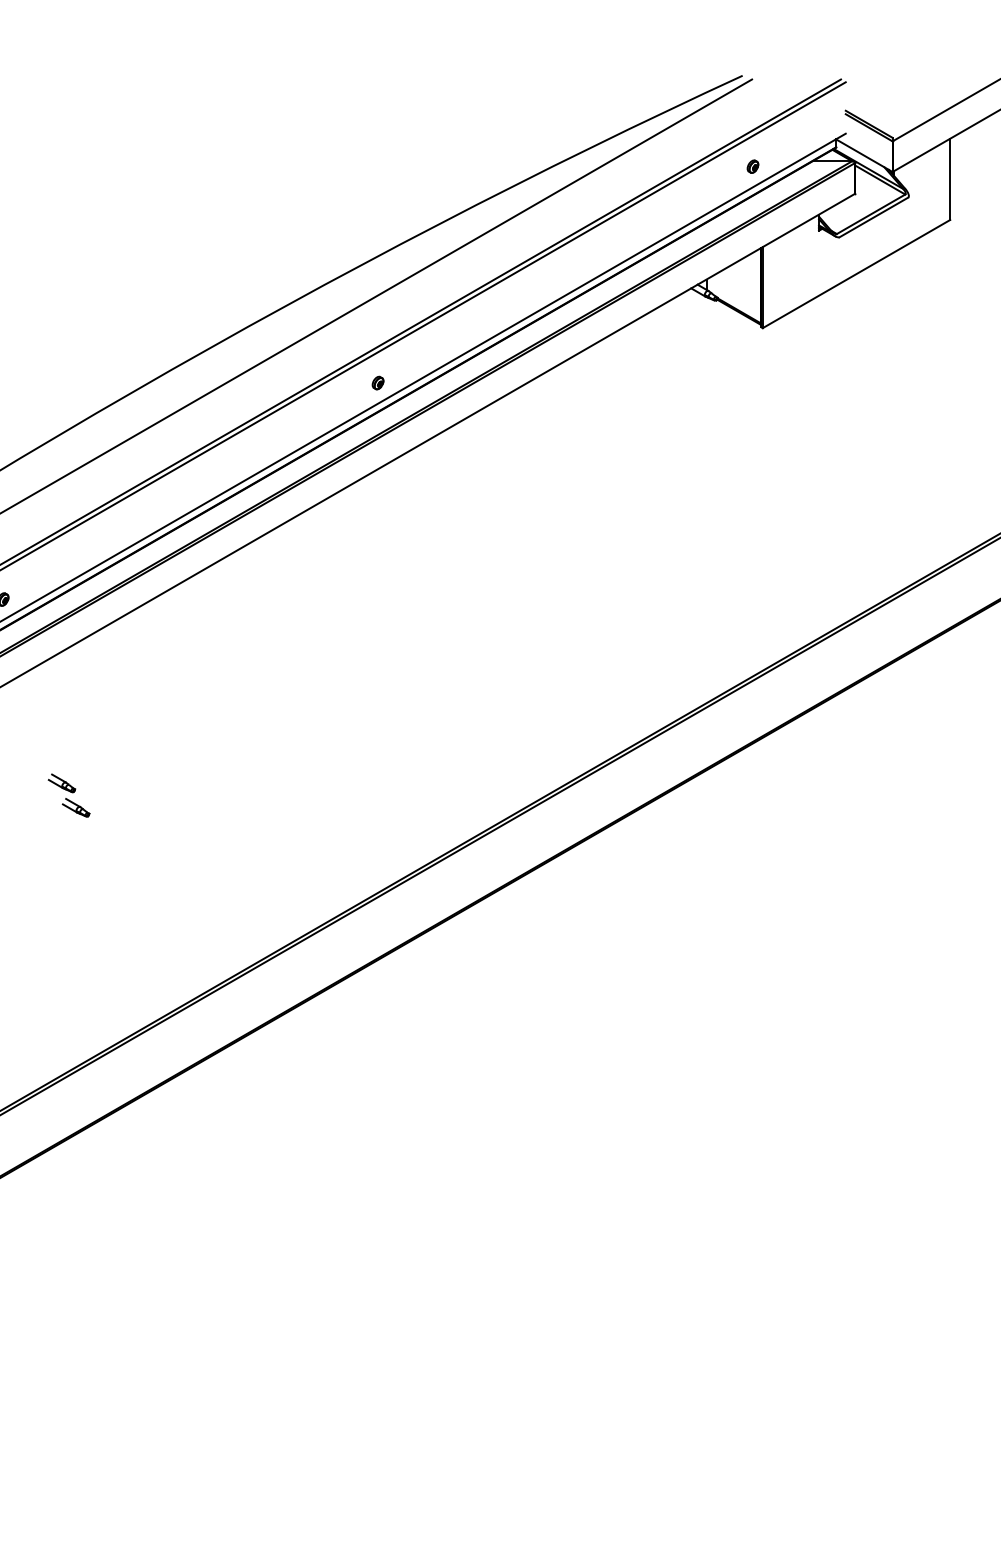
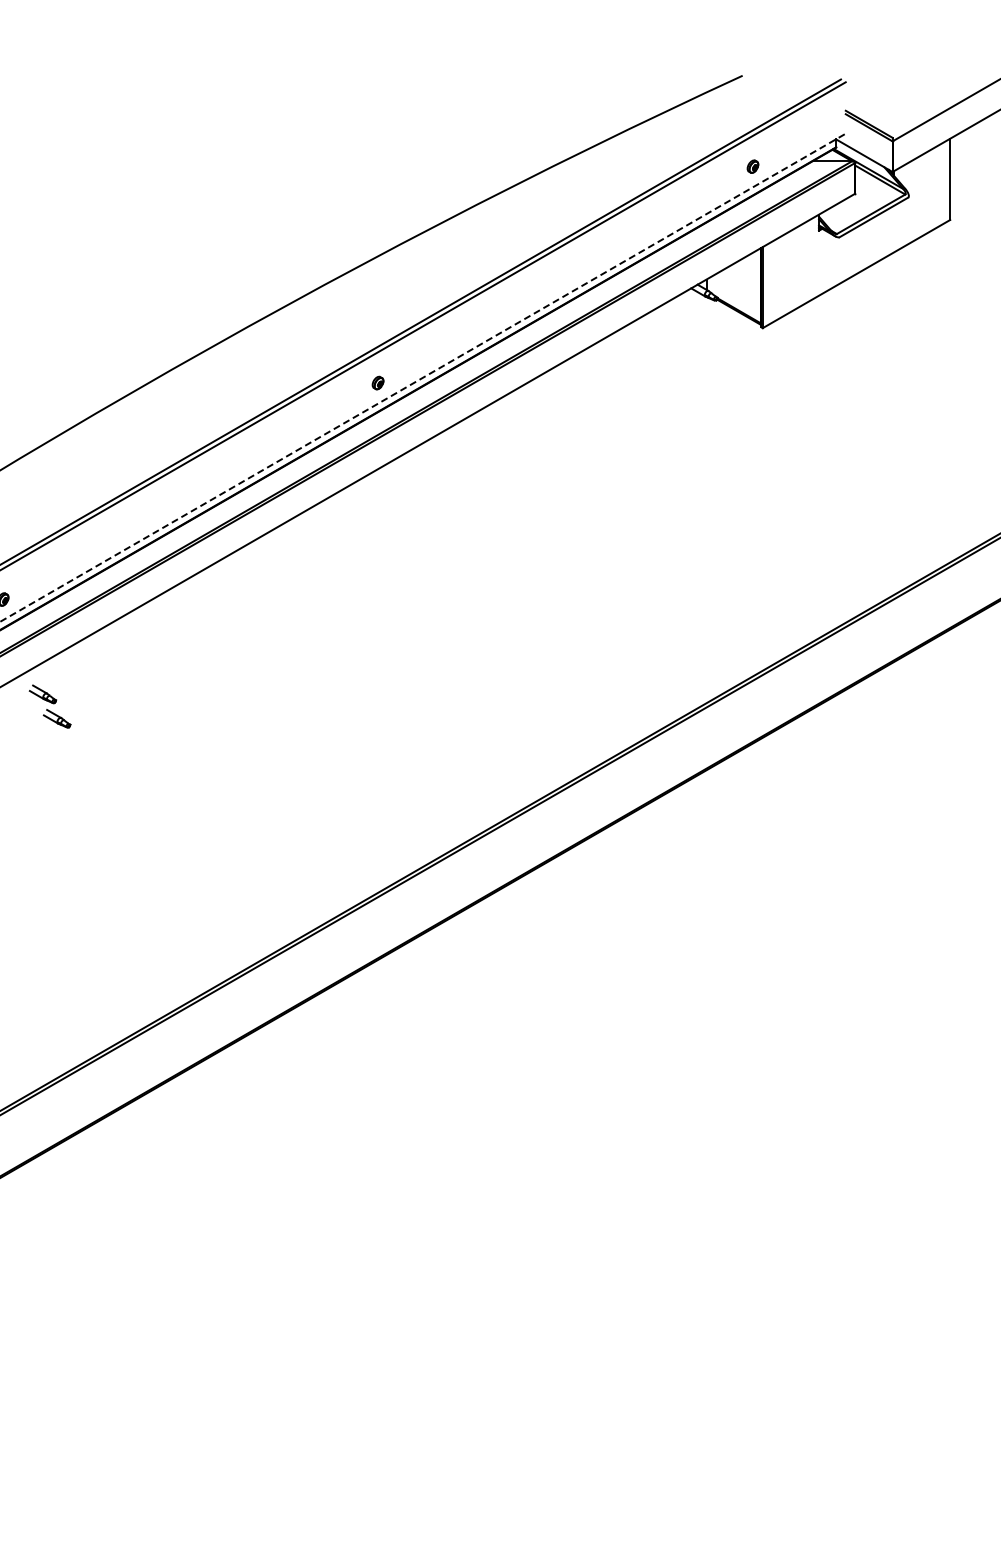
line at (377, 295): present -> none
line at (423, 377): solid -> dashed
part at (68, 795) position: (68, 795) -> (49, 706)
